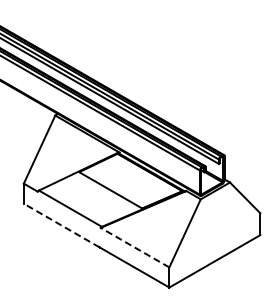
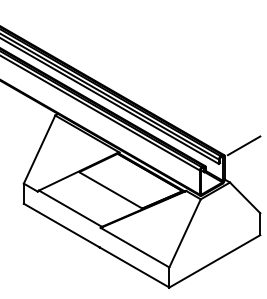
line at (243, 145): none -> present
line at (61, 225): dashed -> solid
line at (135, 247): dashed -> solid
